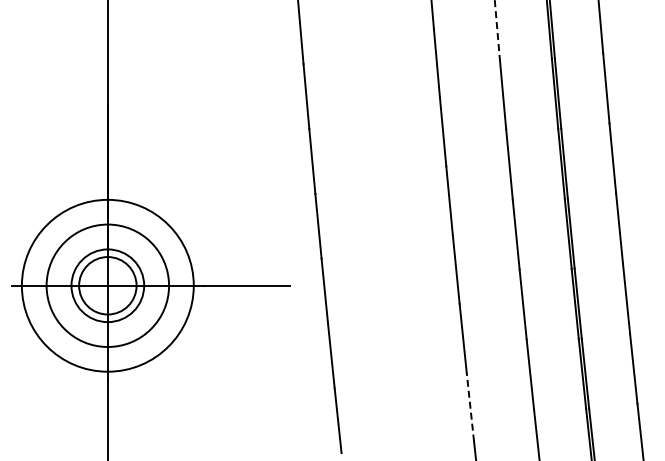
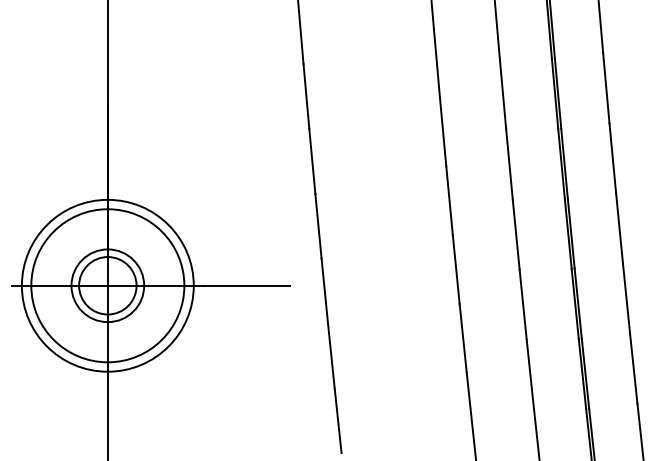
line at (497, 29): dashed -> solid
circle at (107, 285) diameter: 122 px -> 153 px
line at (470, 407): dashed -> solid
